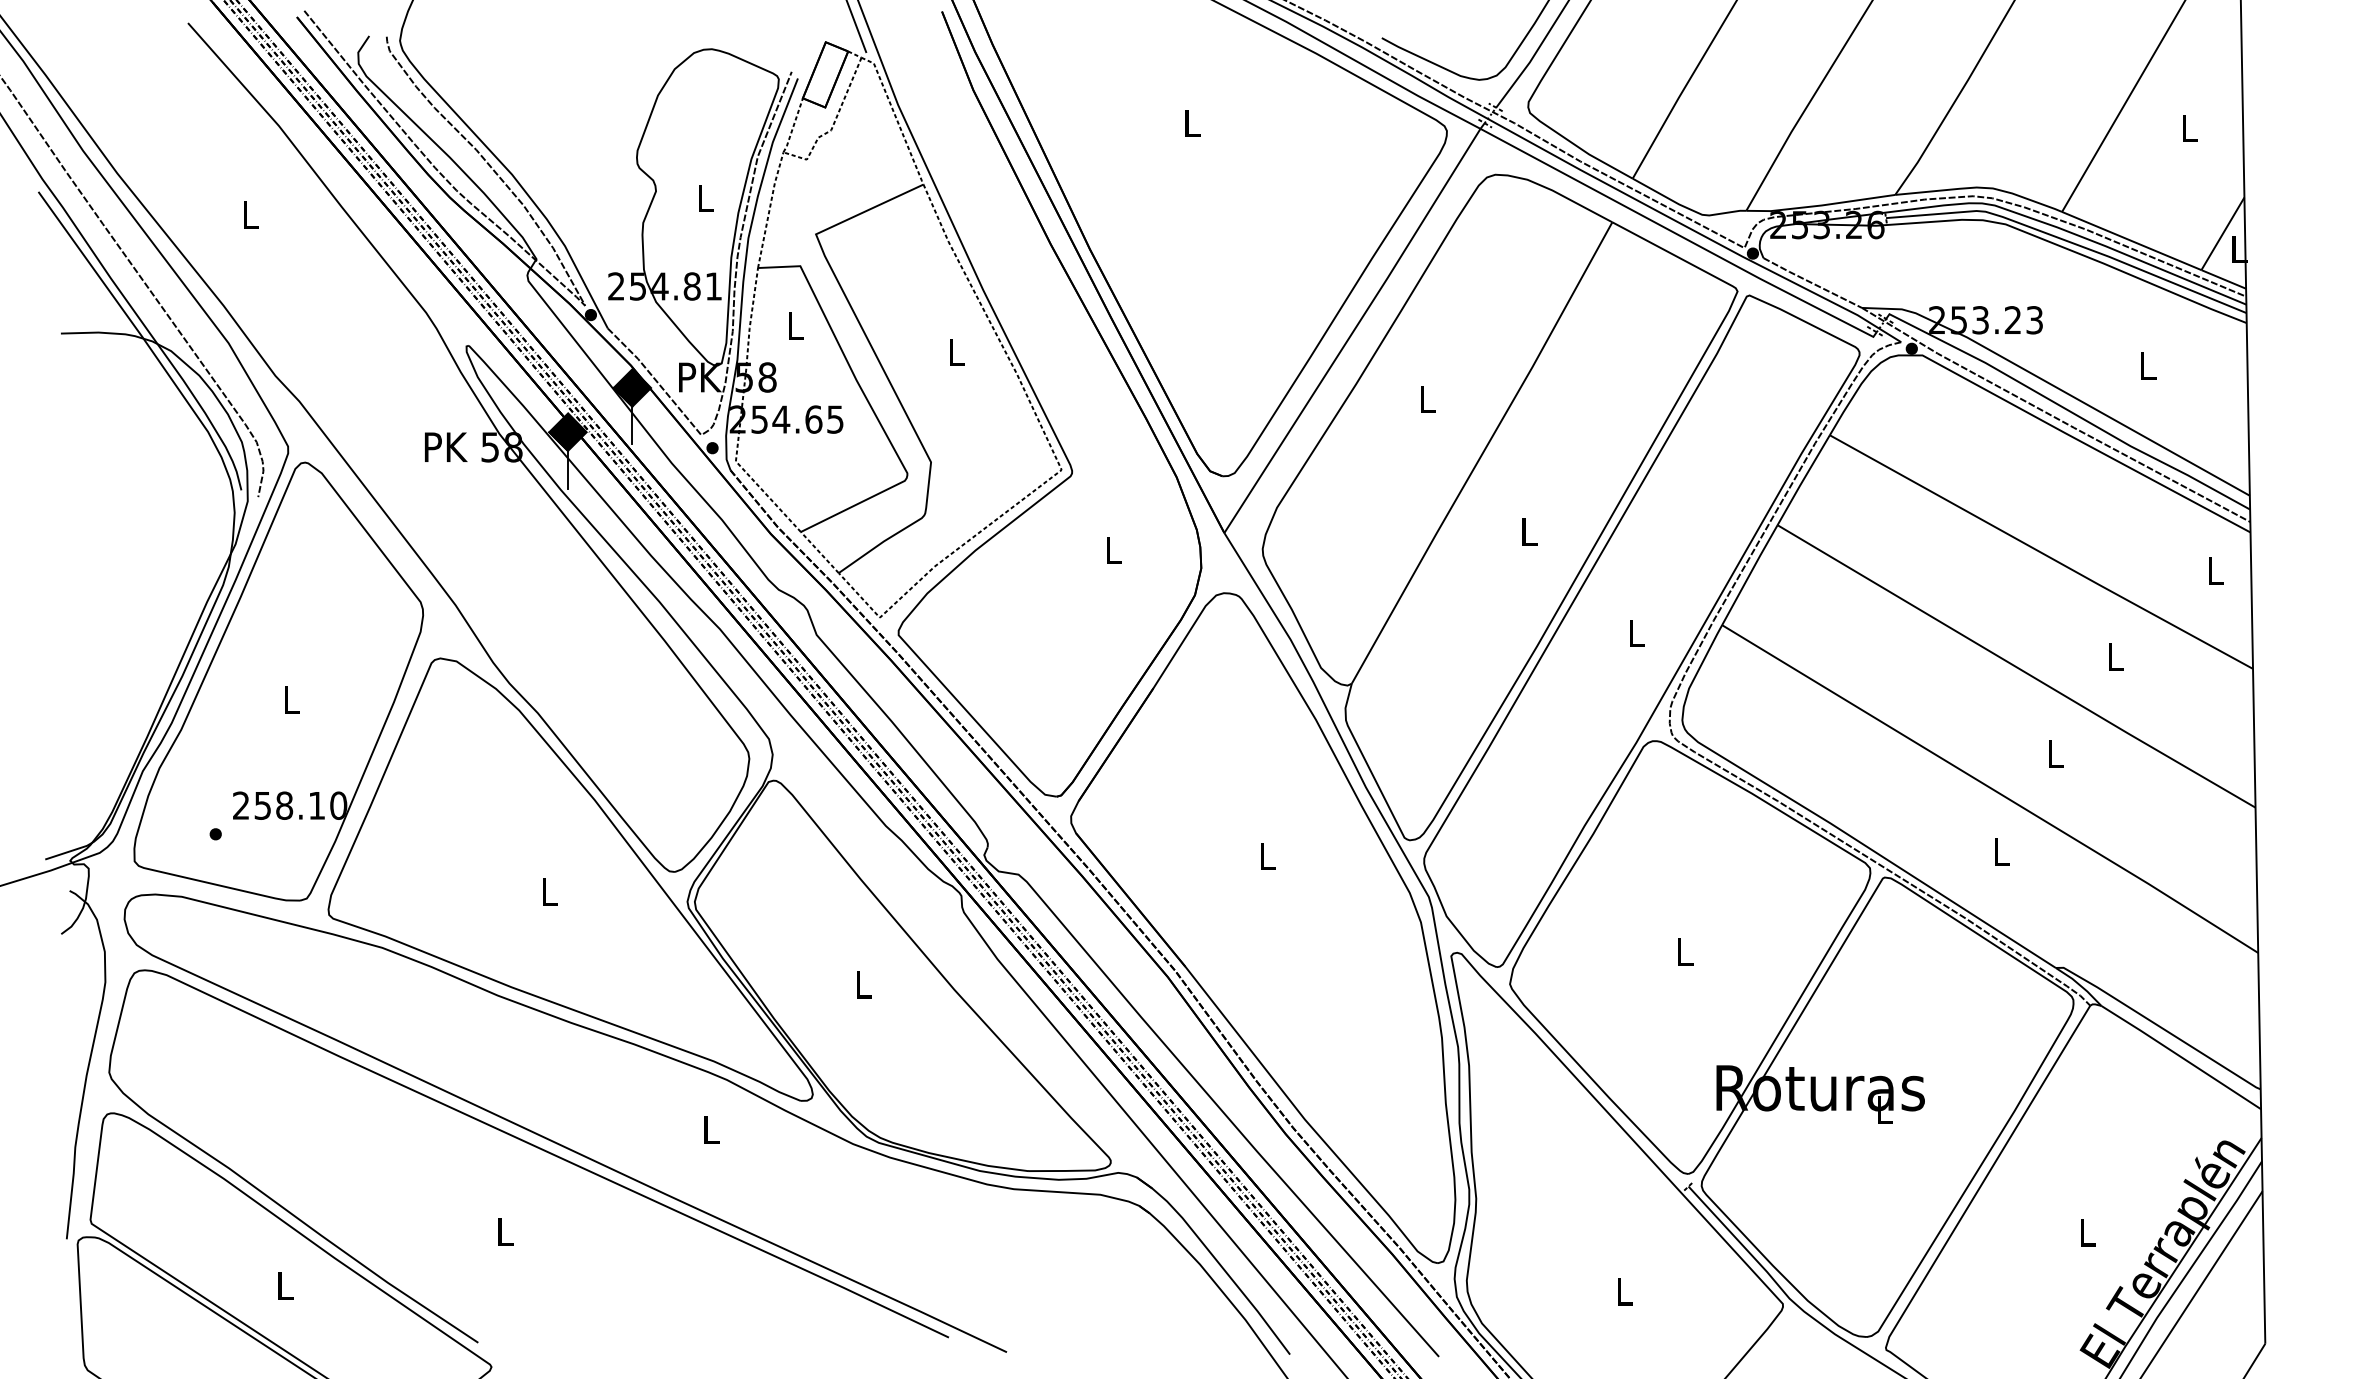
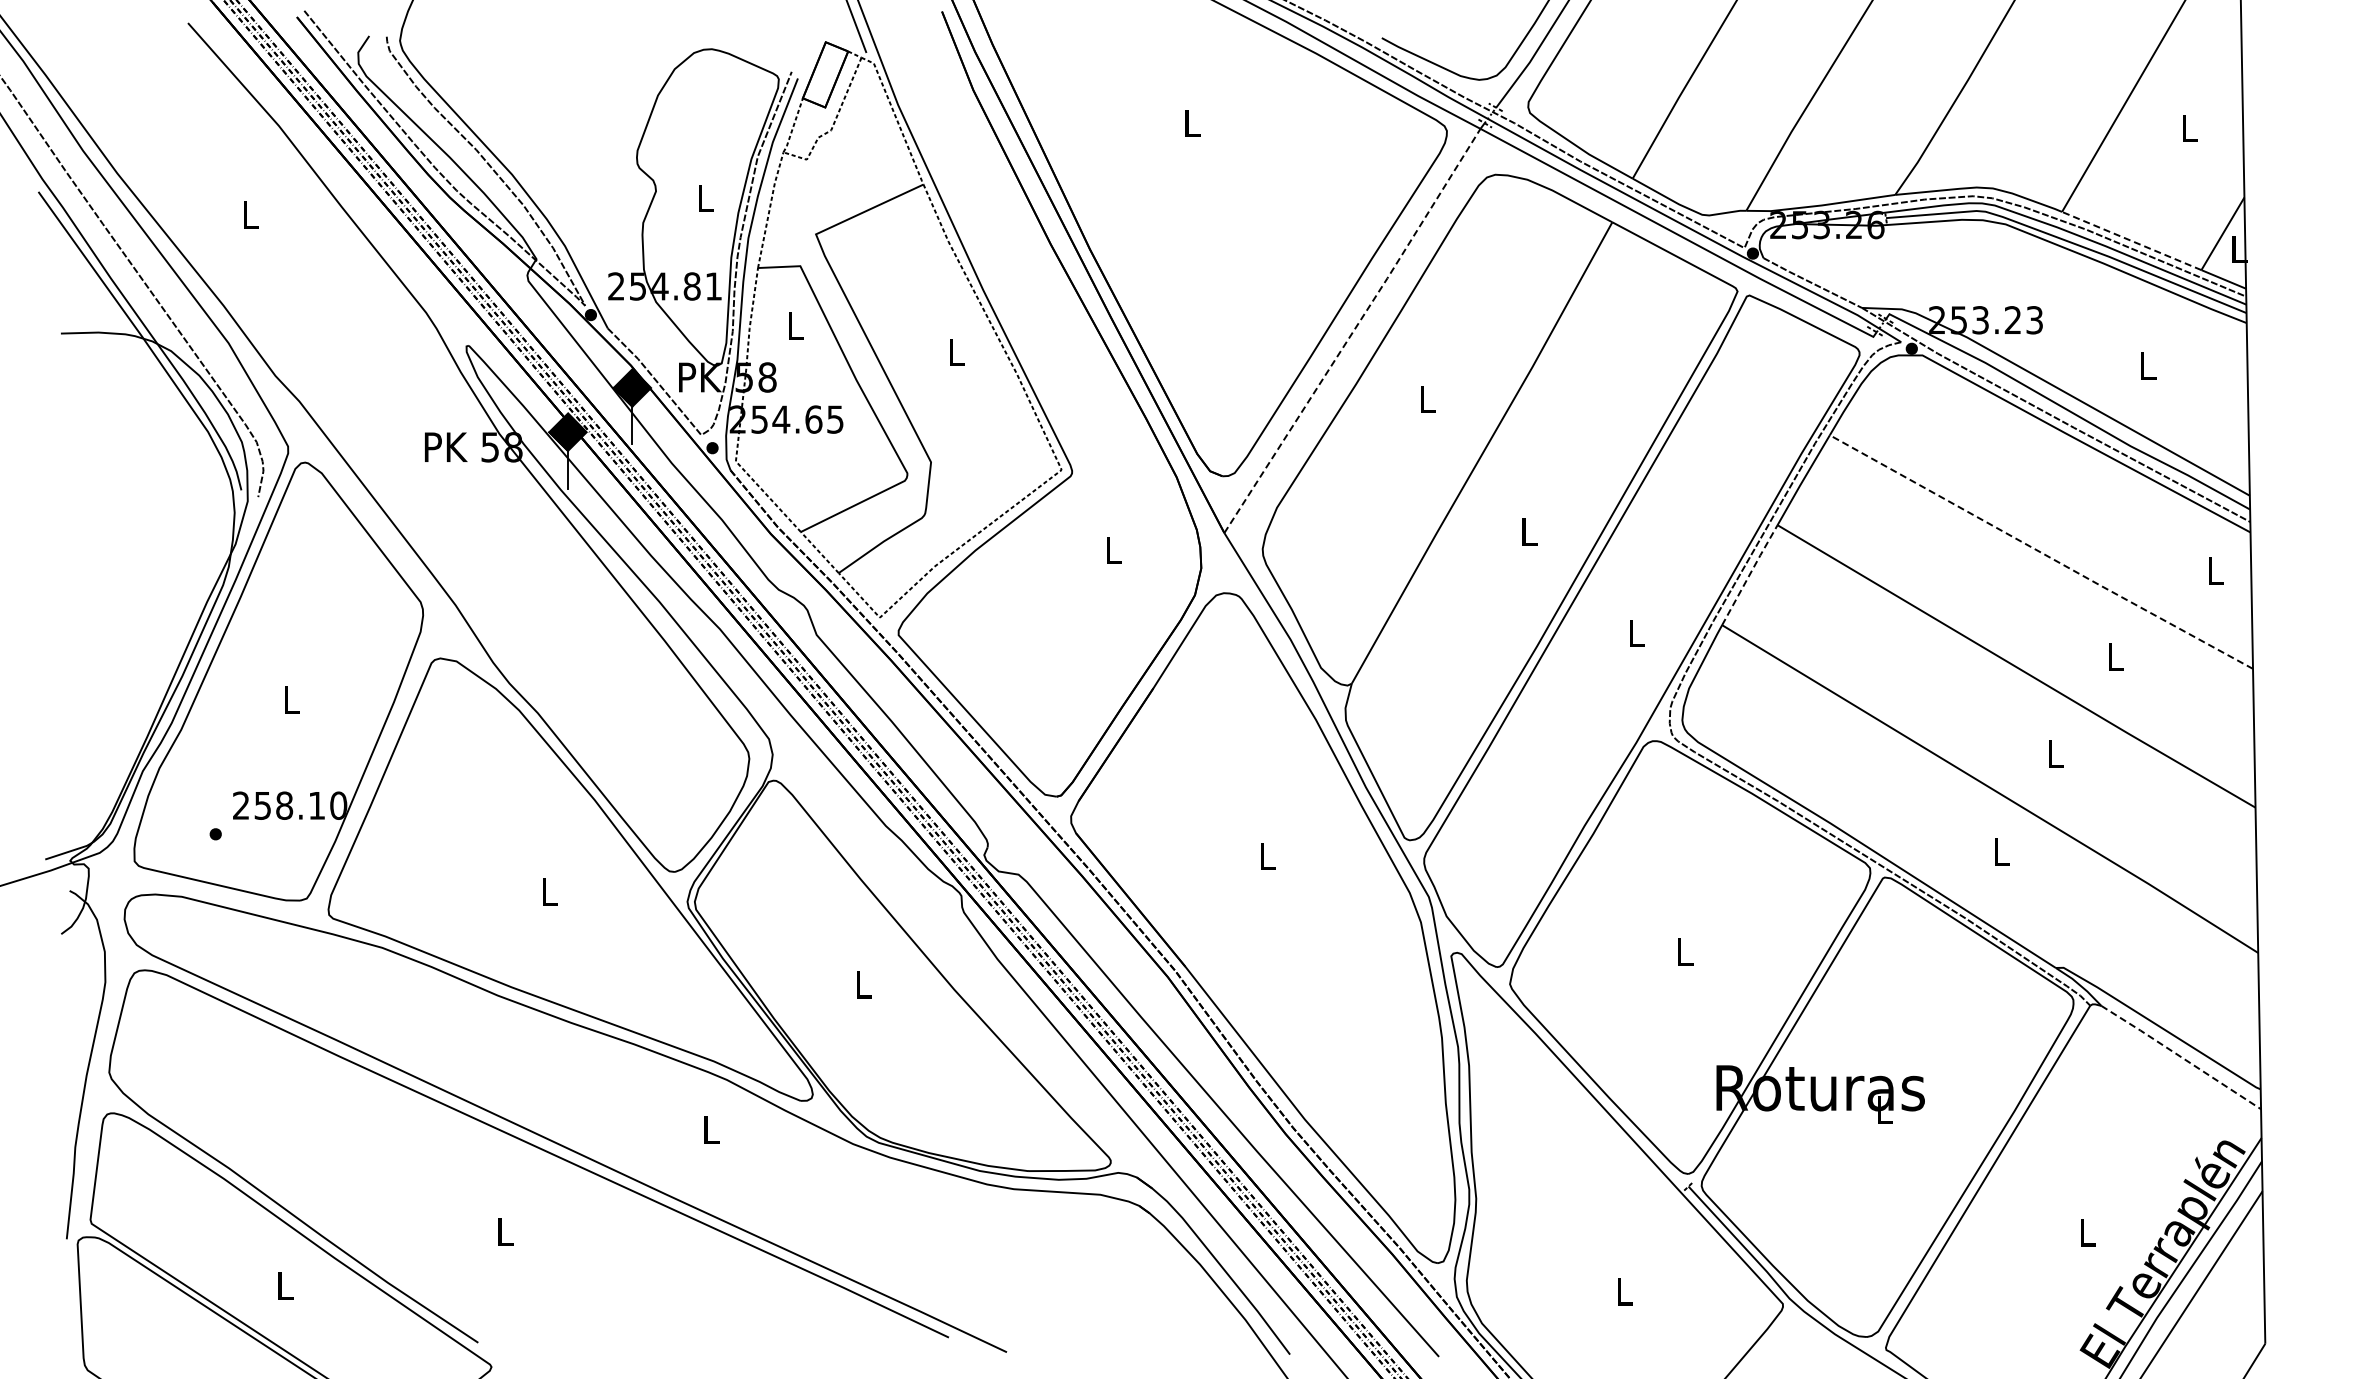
line at (2131, 241): solid -> dashed
line at (1354, 330): solid -> dashed
line at (2041, 552): solid -> dashed
line at (1749, 574): solid -> dashed
line at (2180, 1056): solid -> dashed
